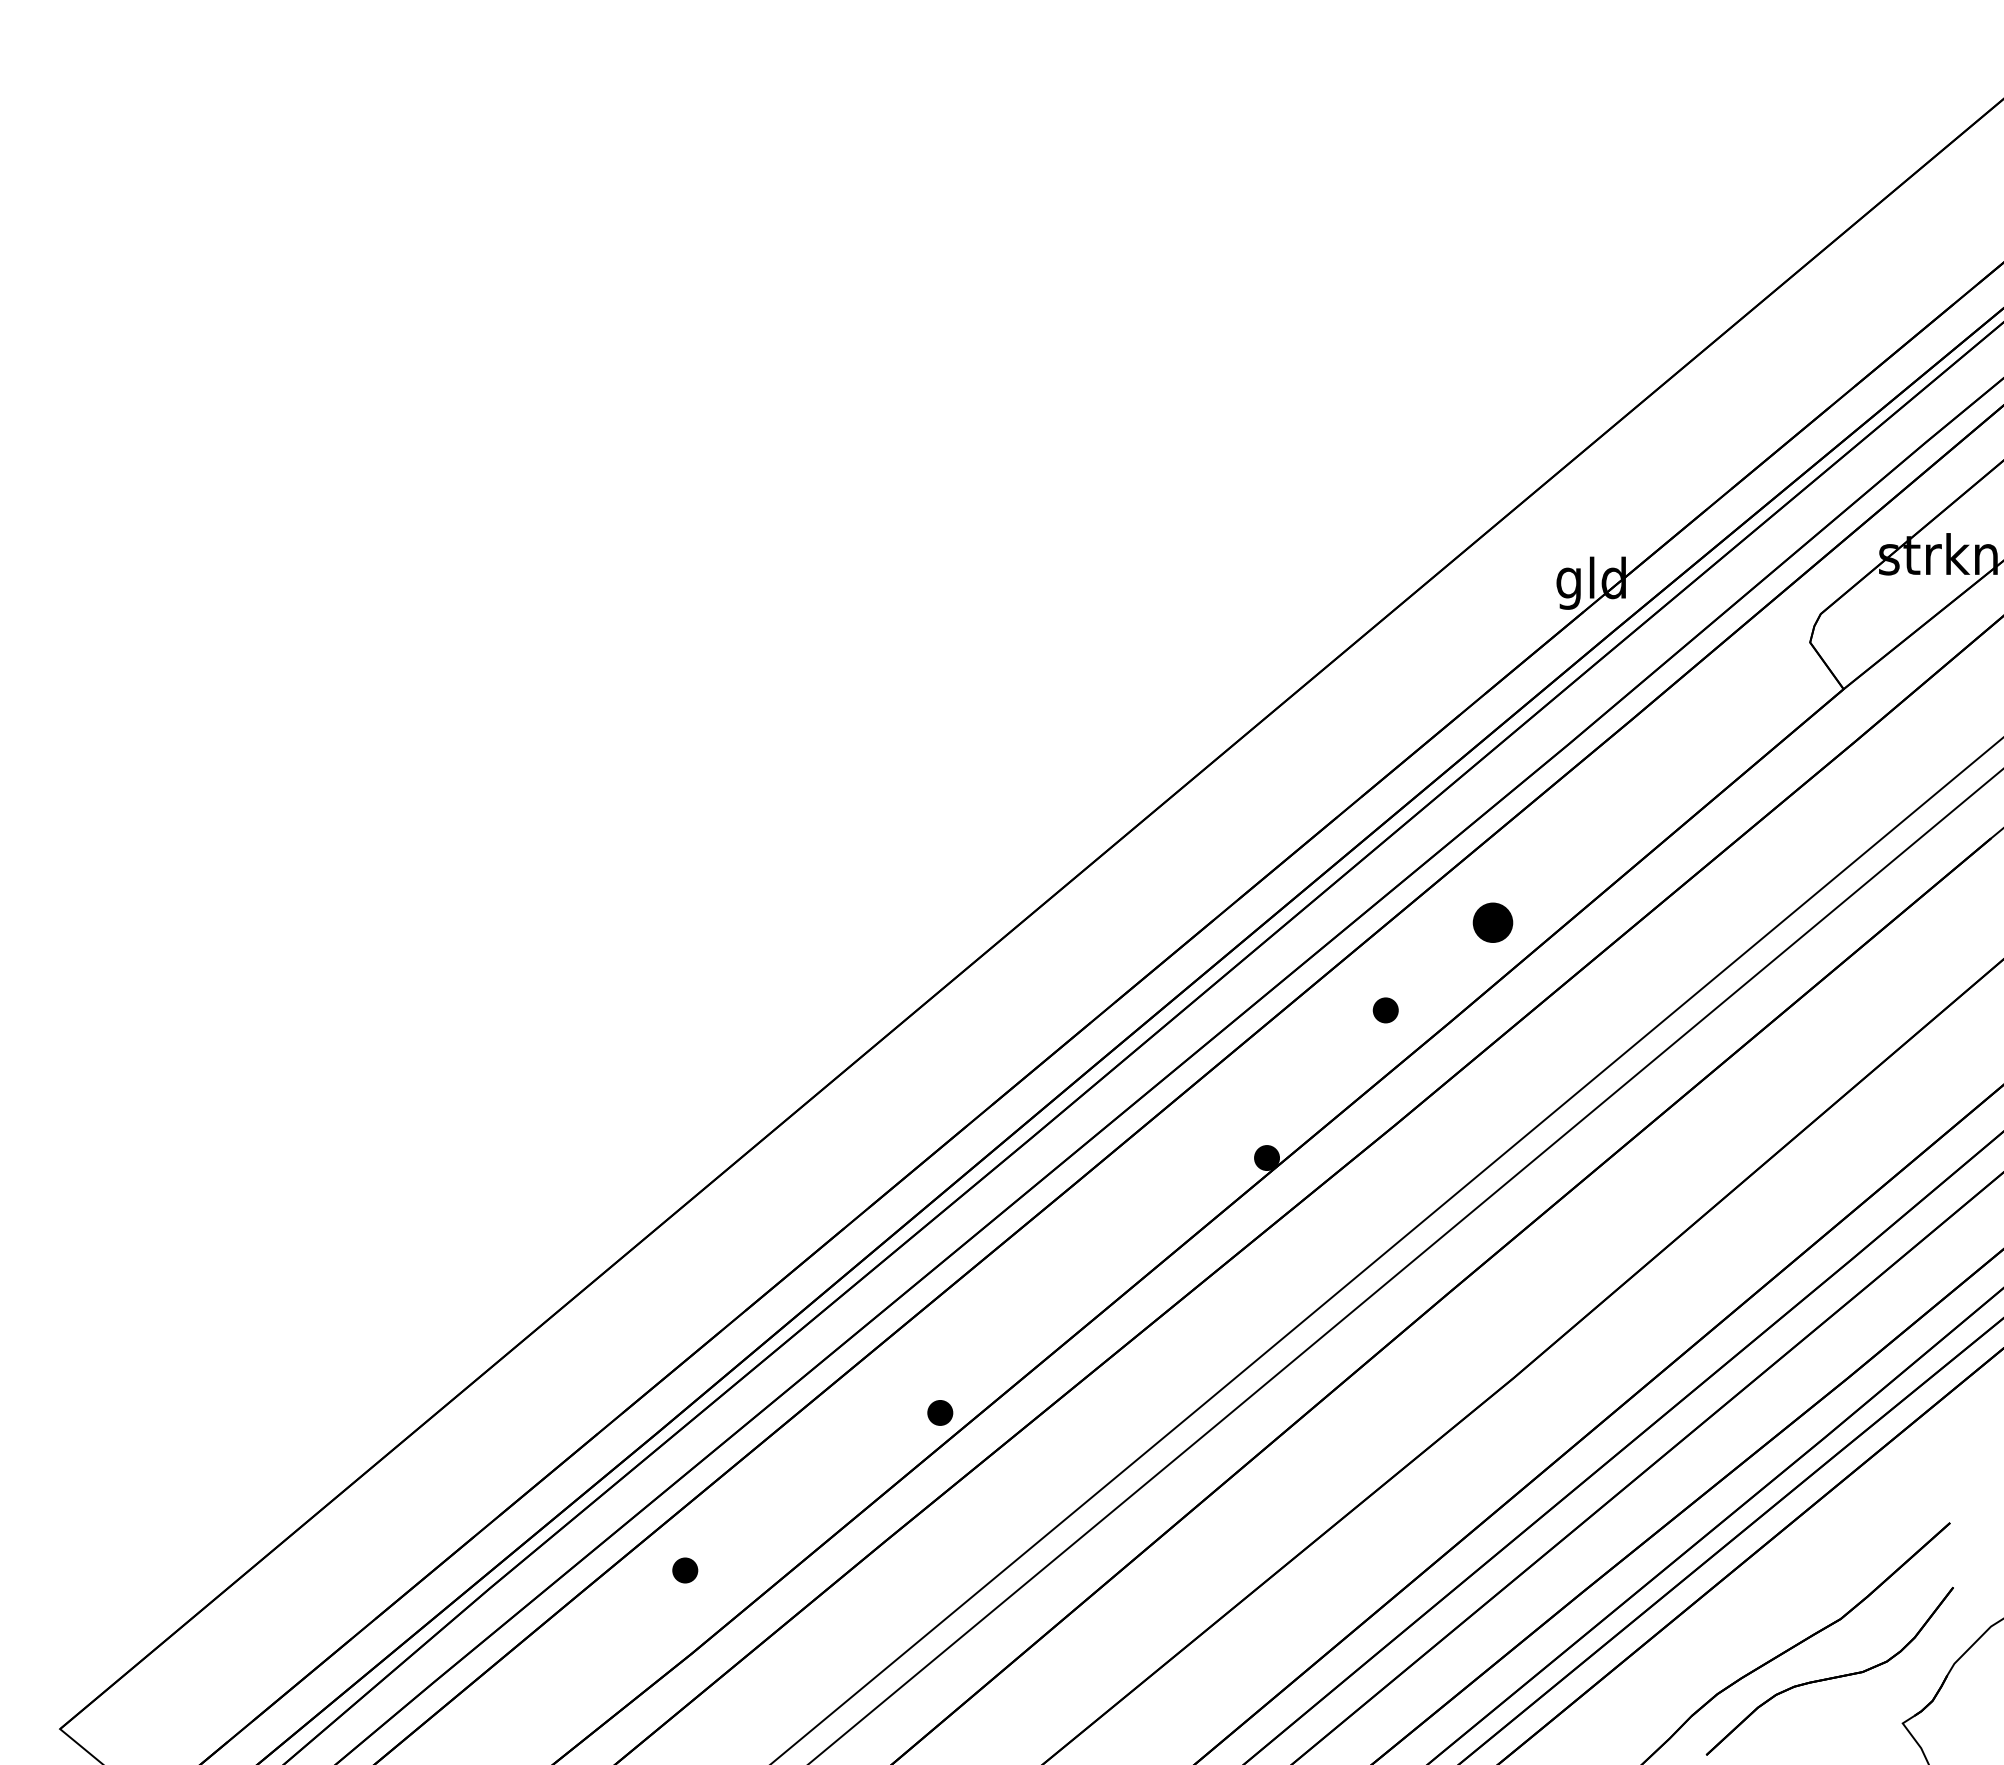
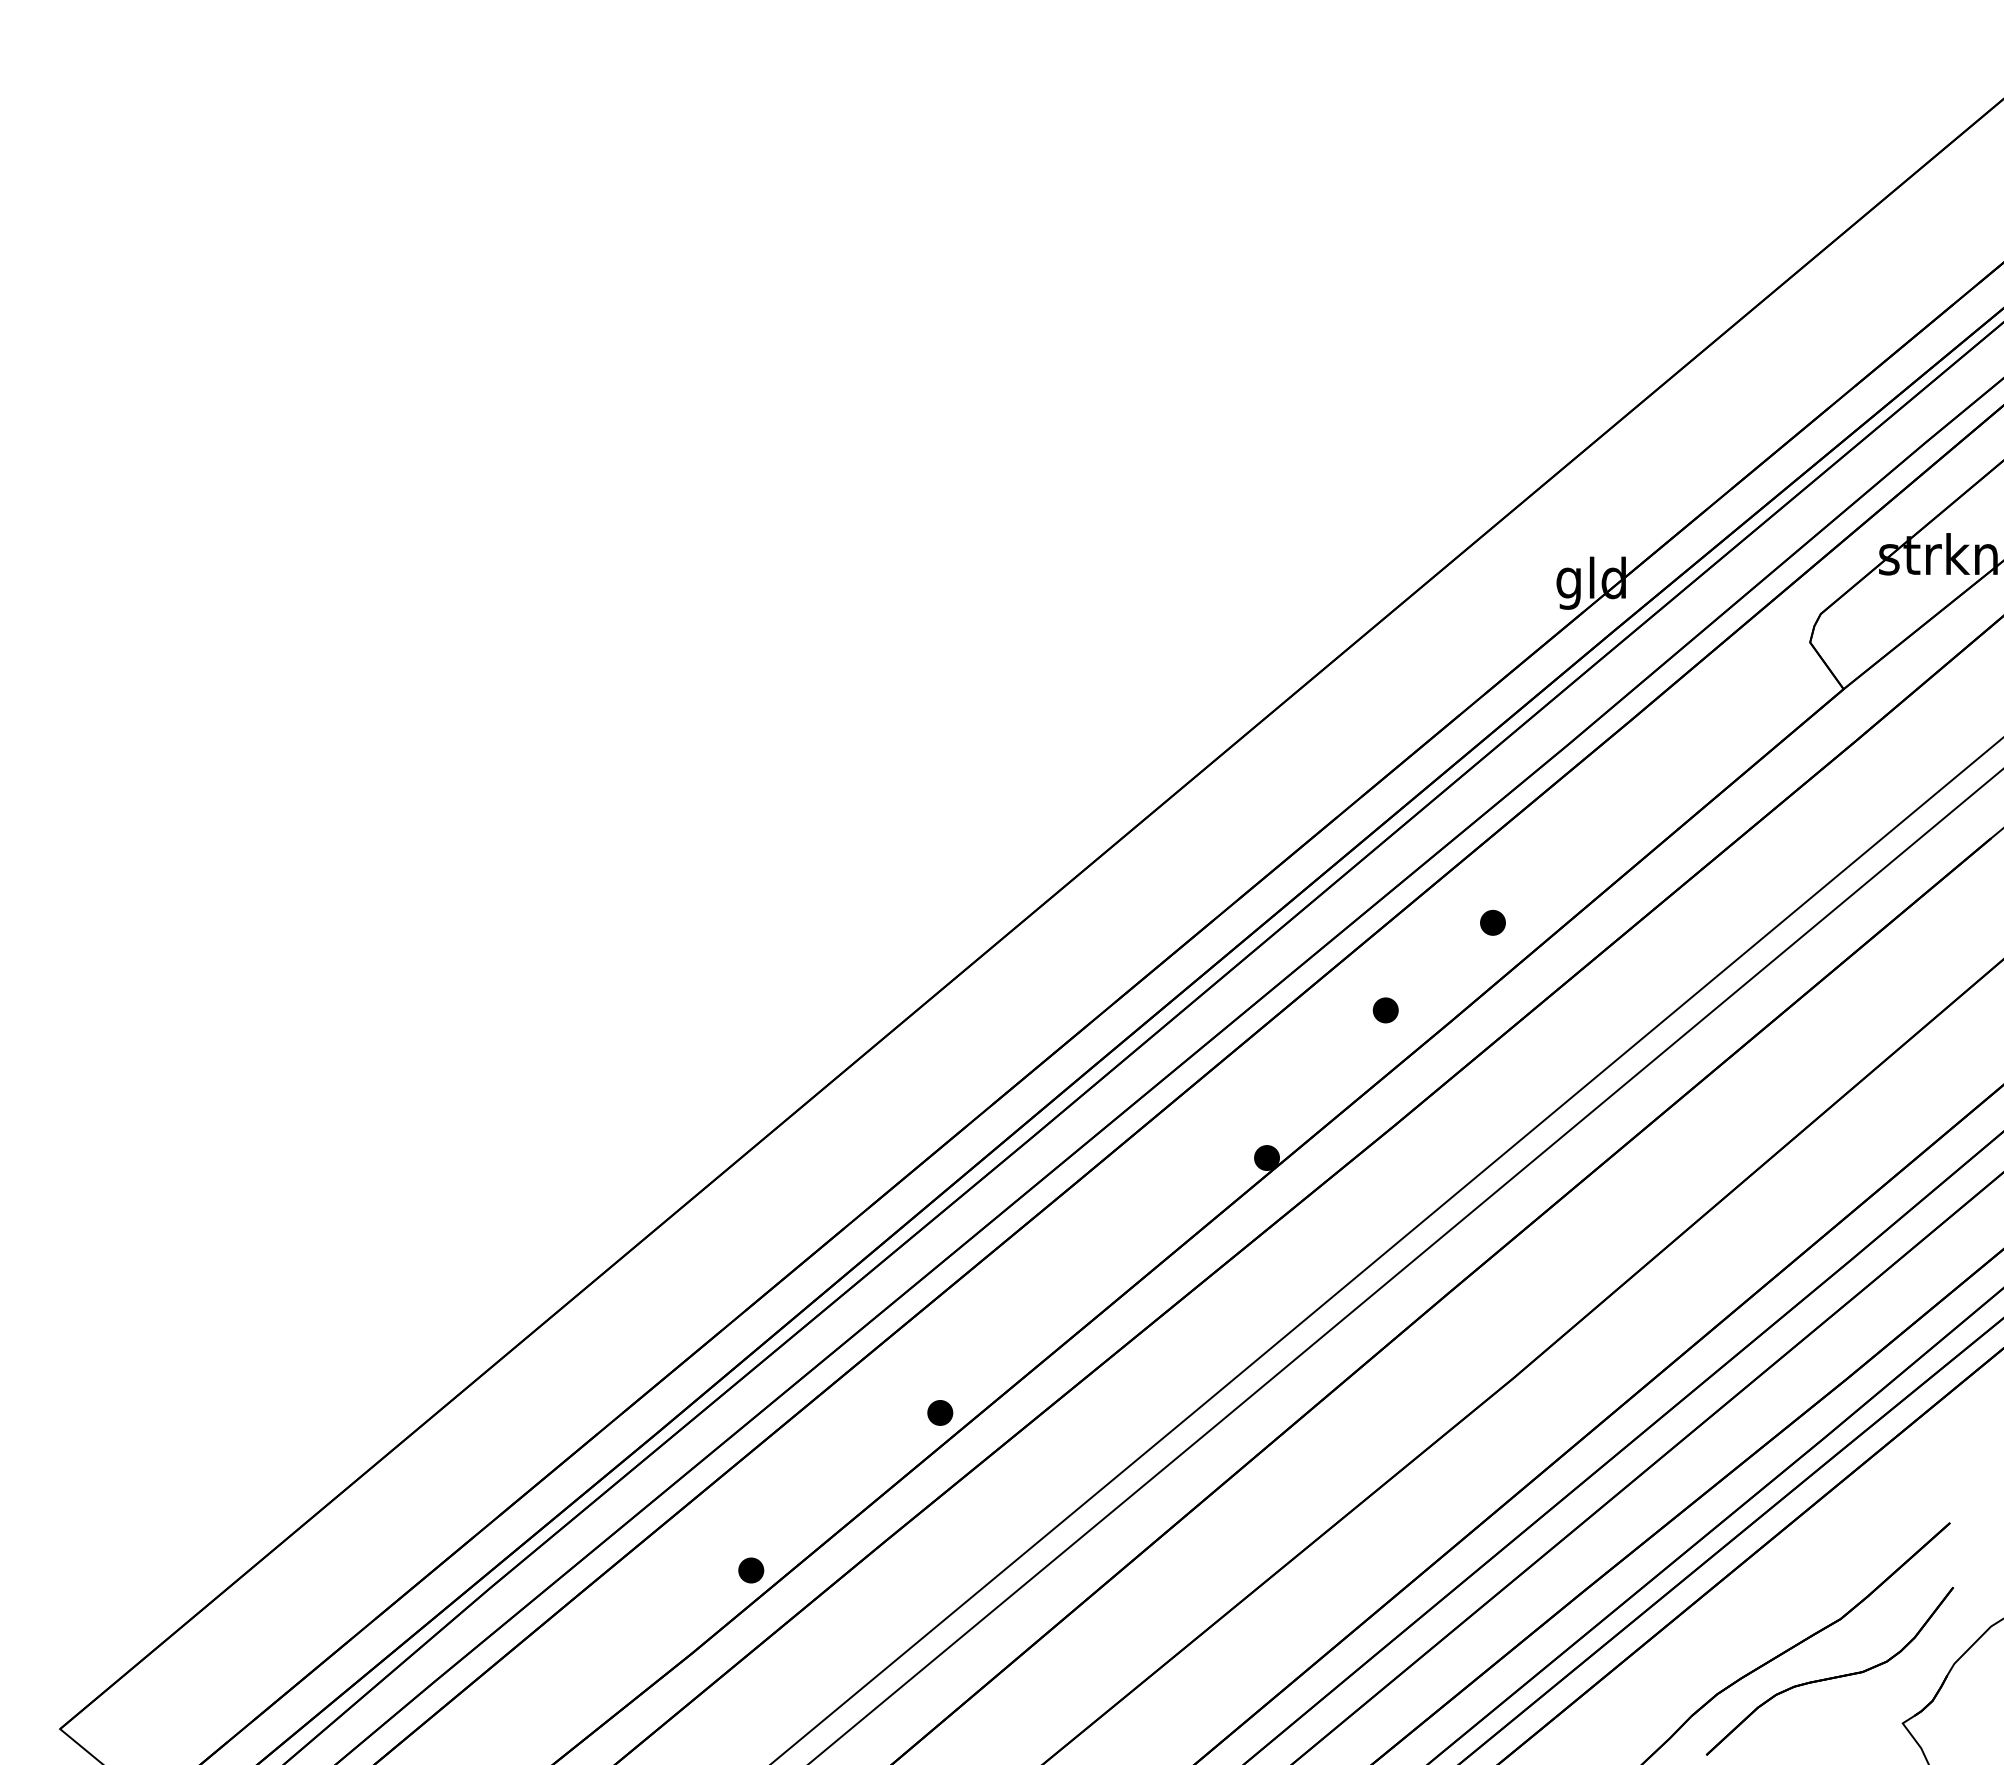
part at (1492, 922) size: 42x41 px -> 26x26 px
part at (685, 1570) position: (685, 1570) -> (751, 1570)
